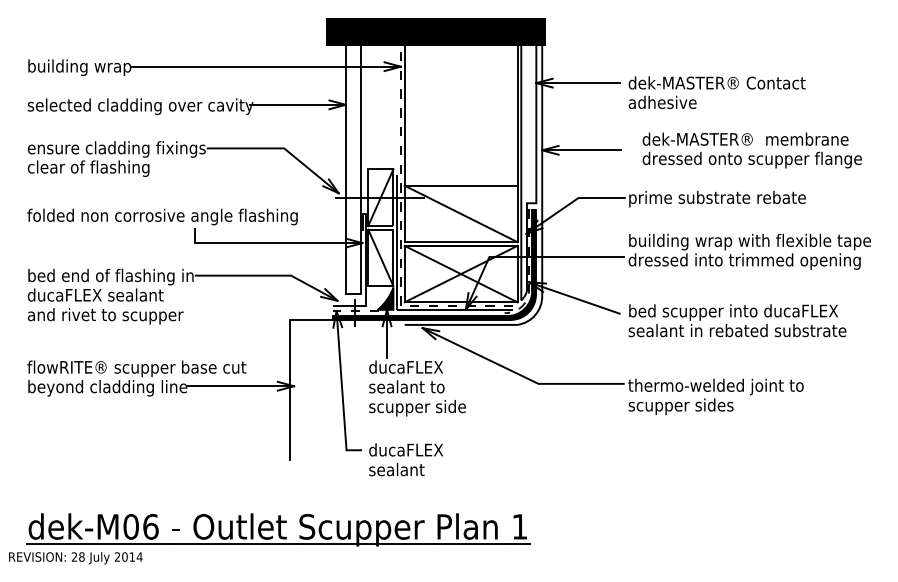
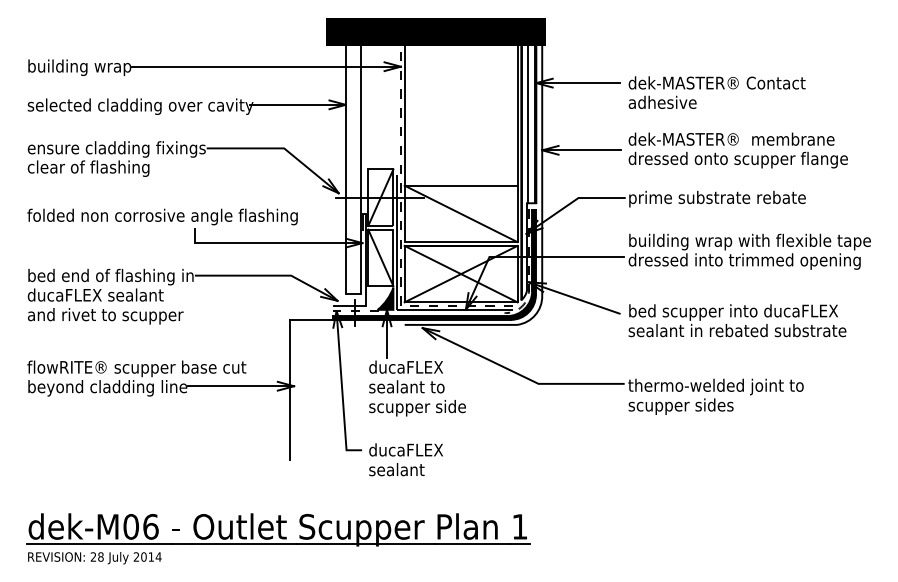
text at (751, 150) position: (751, 150) -> (737, 150)
hatch at (528, 167): none -> present
text at (75, 558) position: (75, 558) -> (94, 558)
